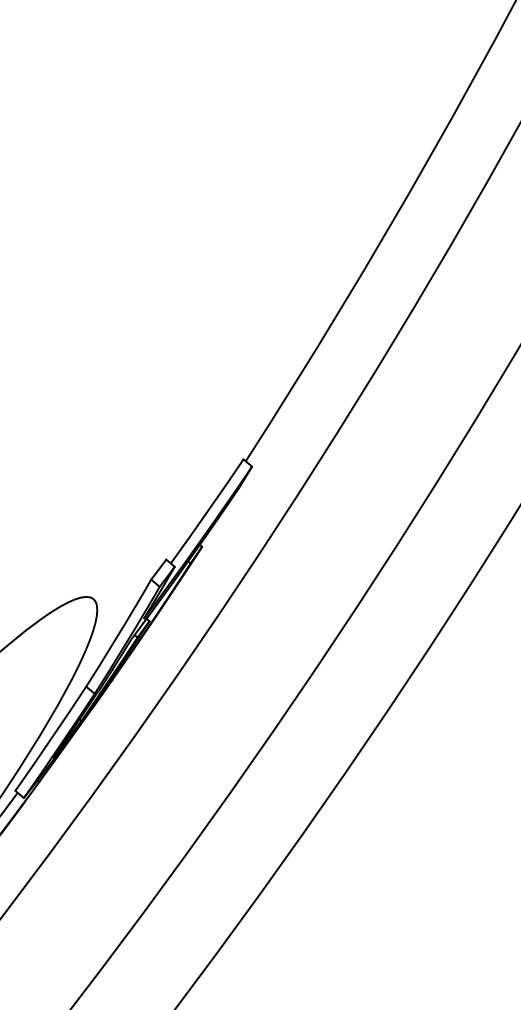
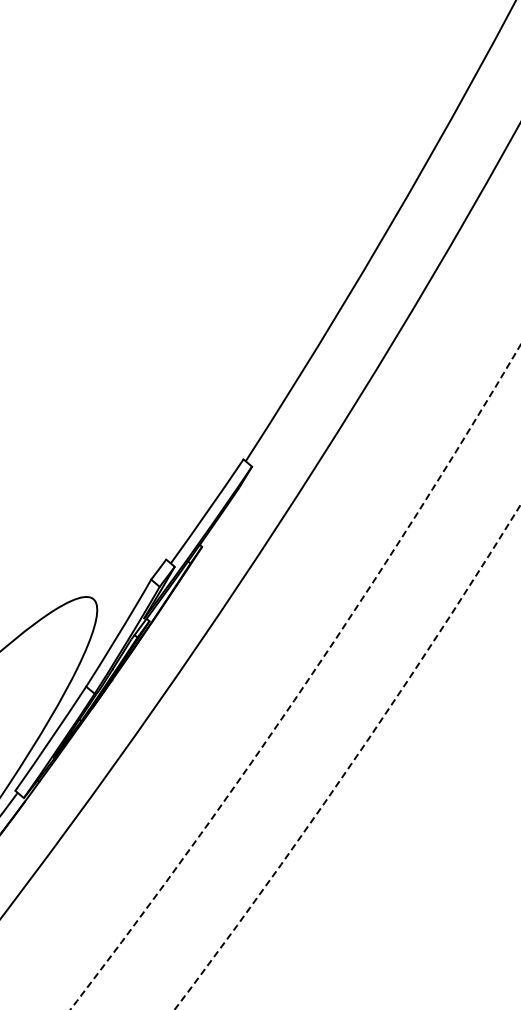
arc at (304, 684): solid -> dashed
arc at (353, 761): solid -> dashed
